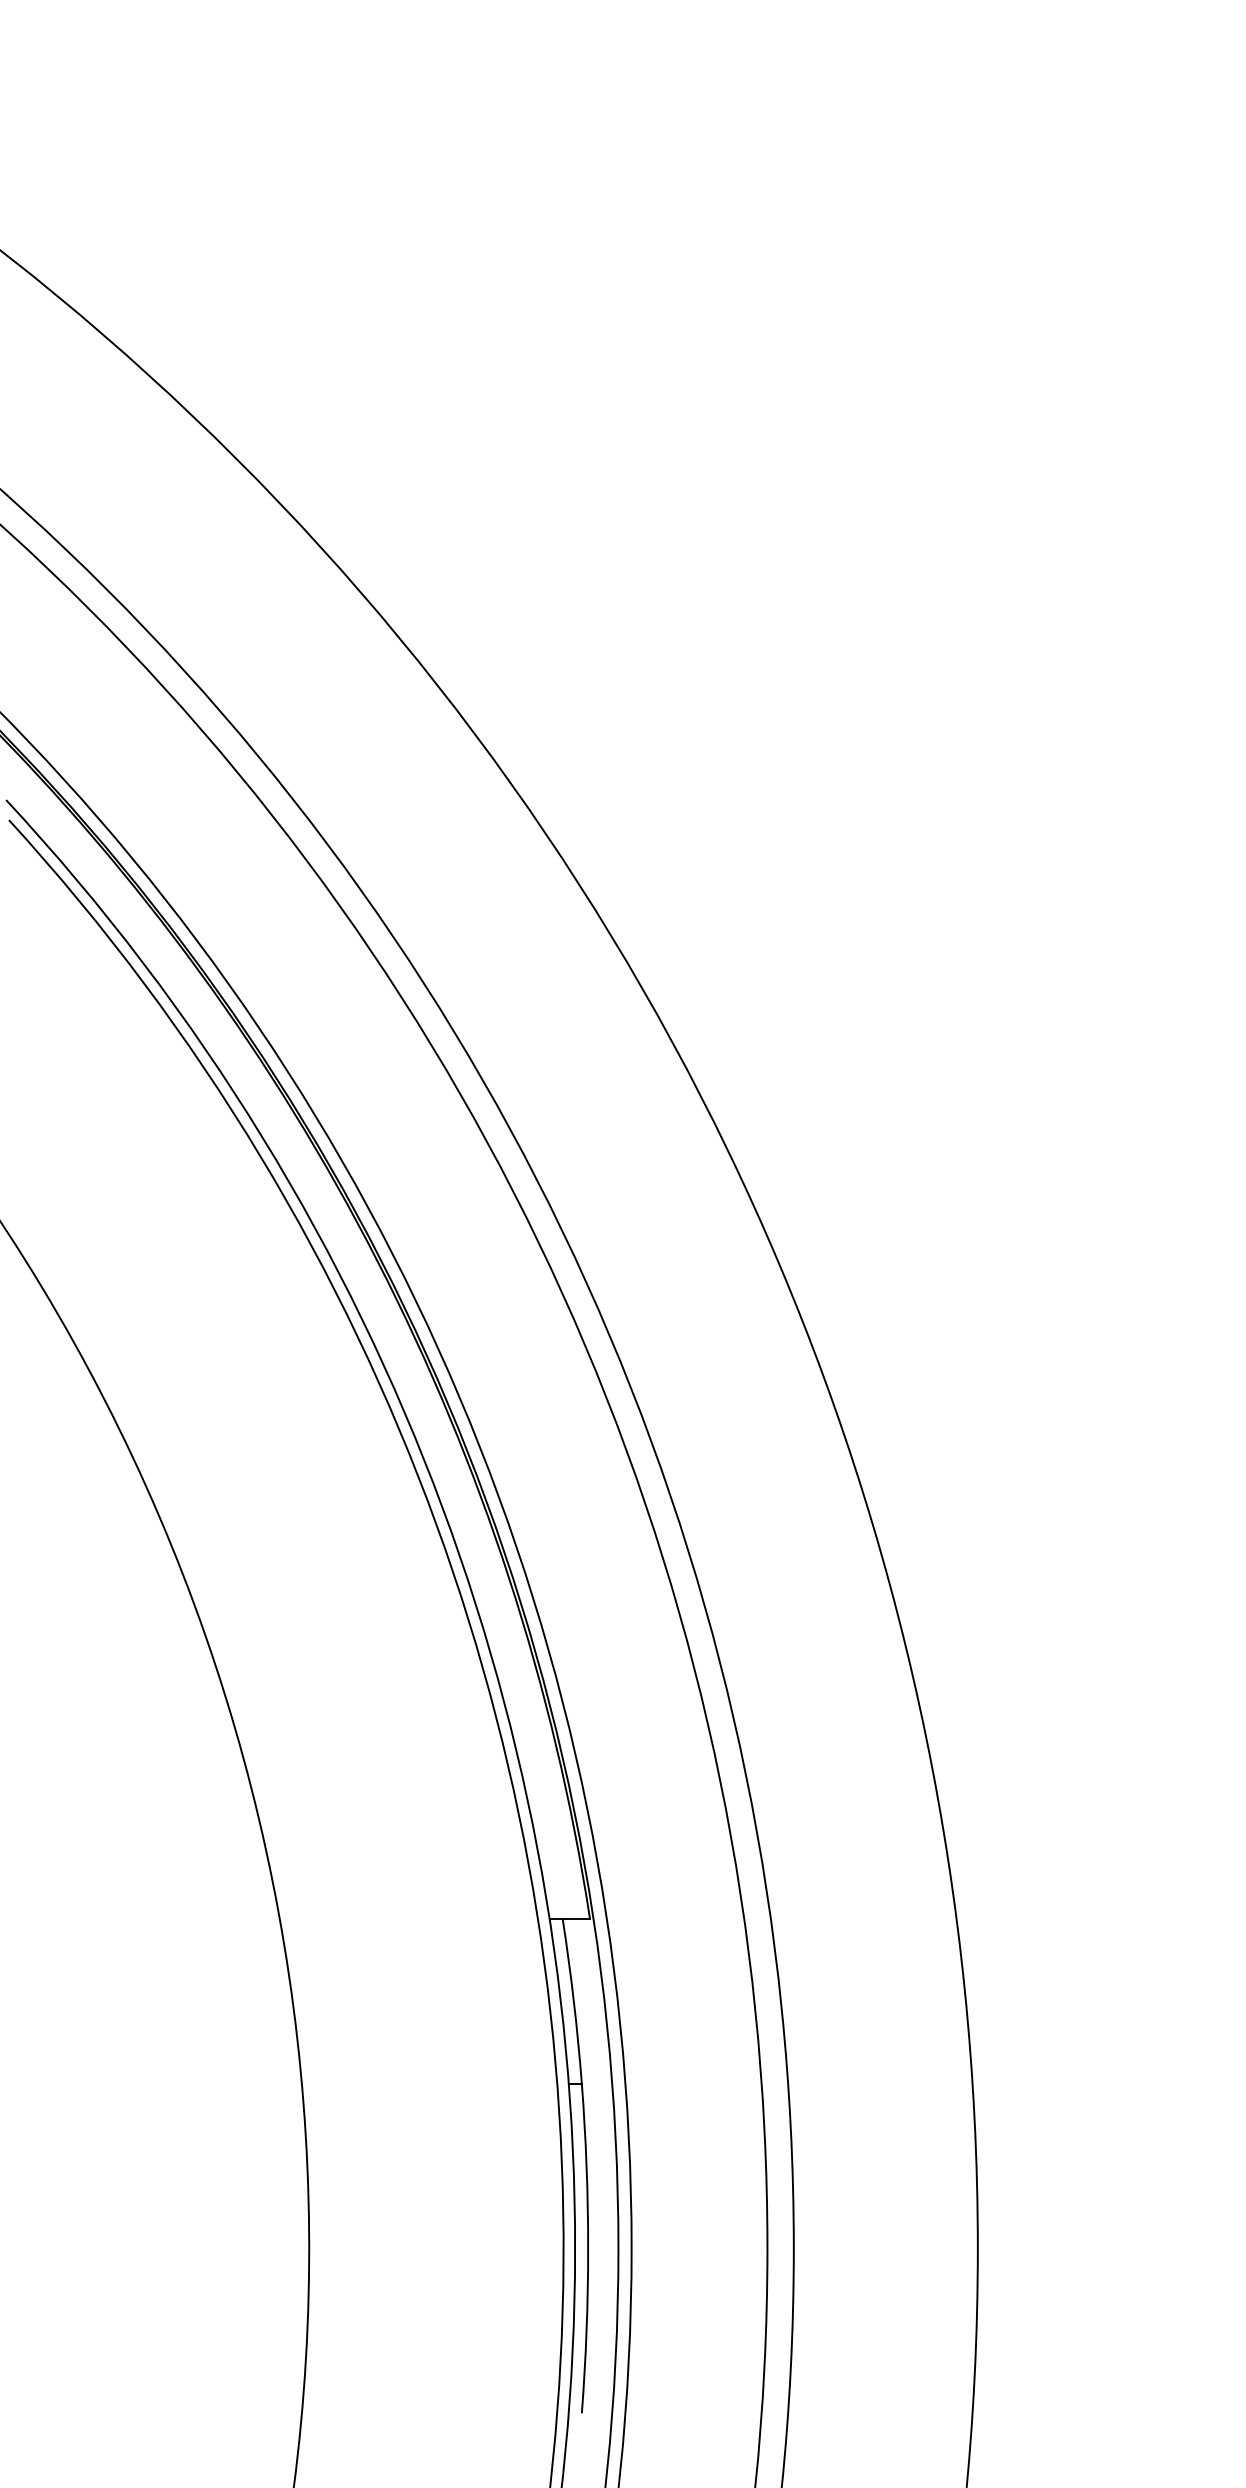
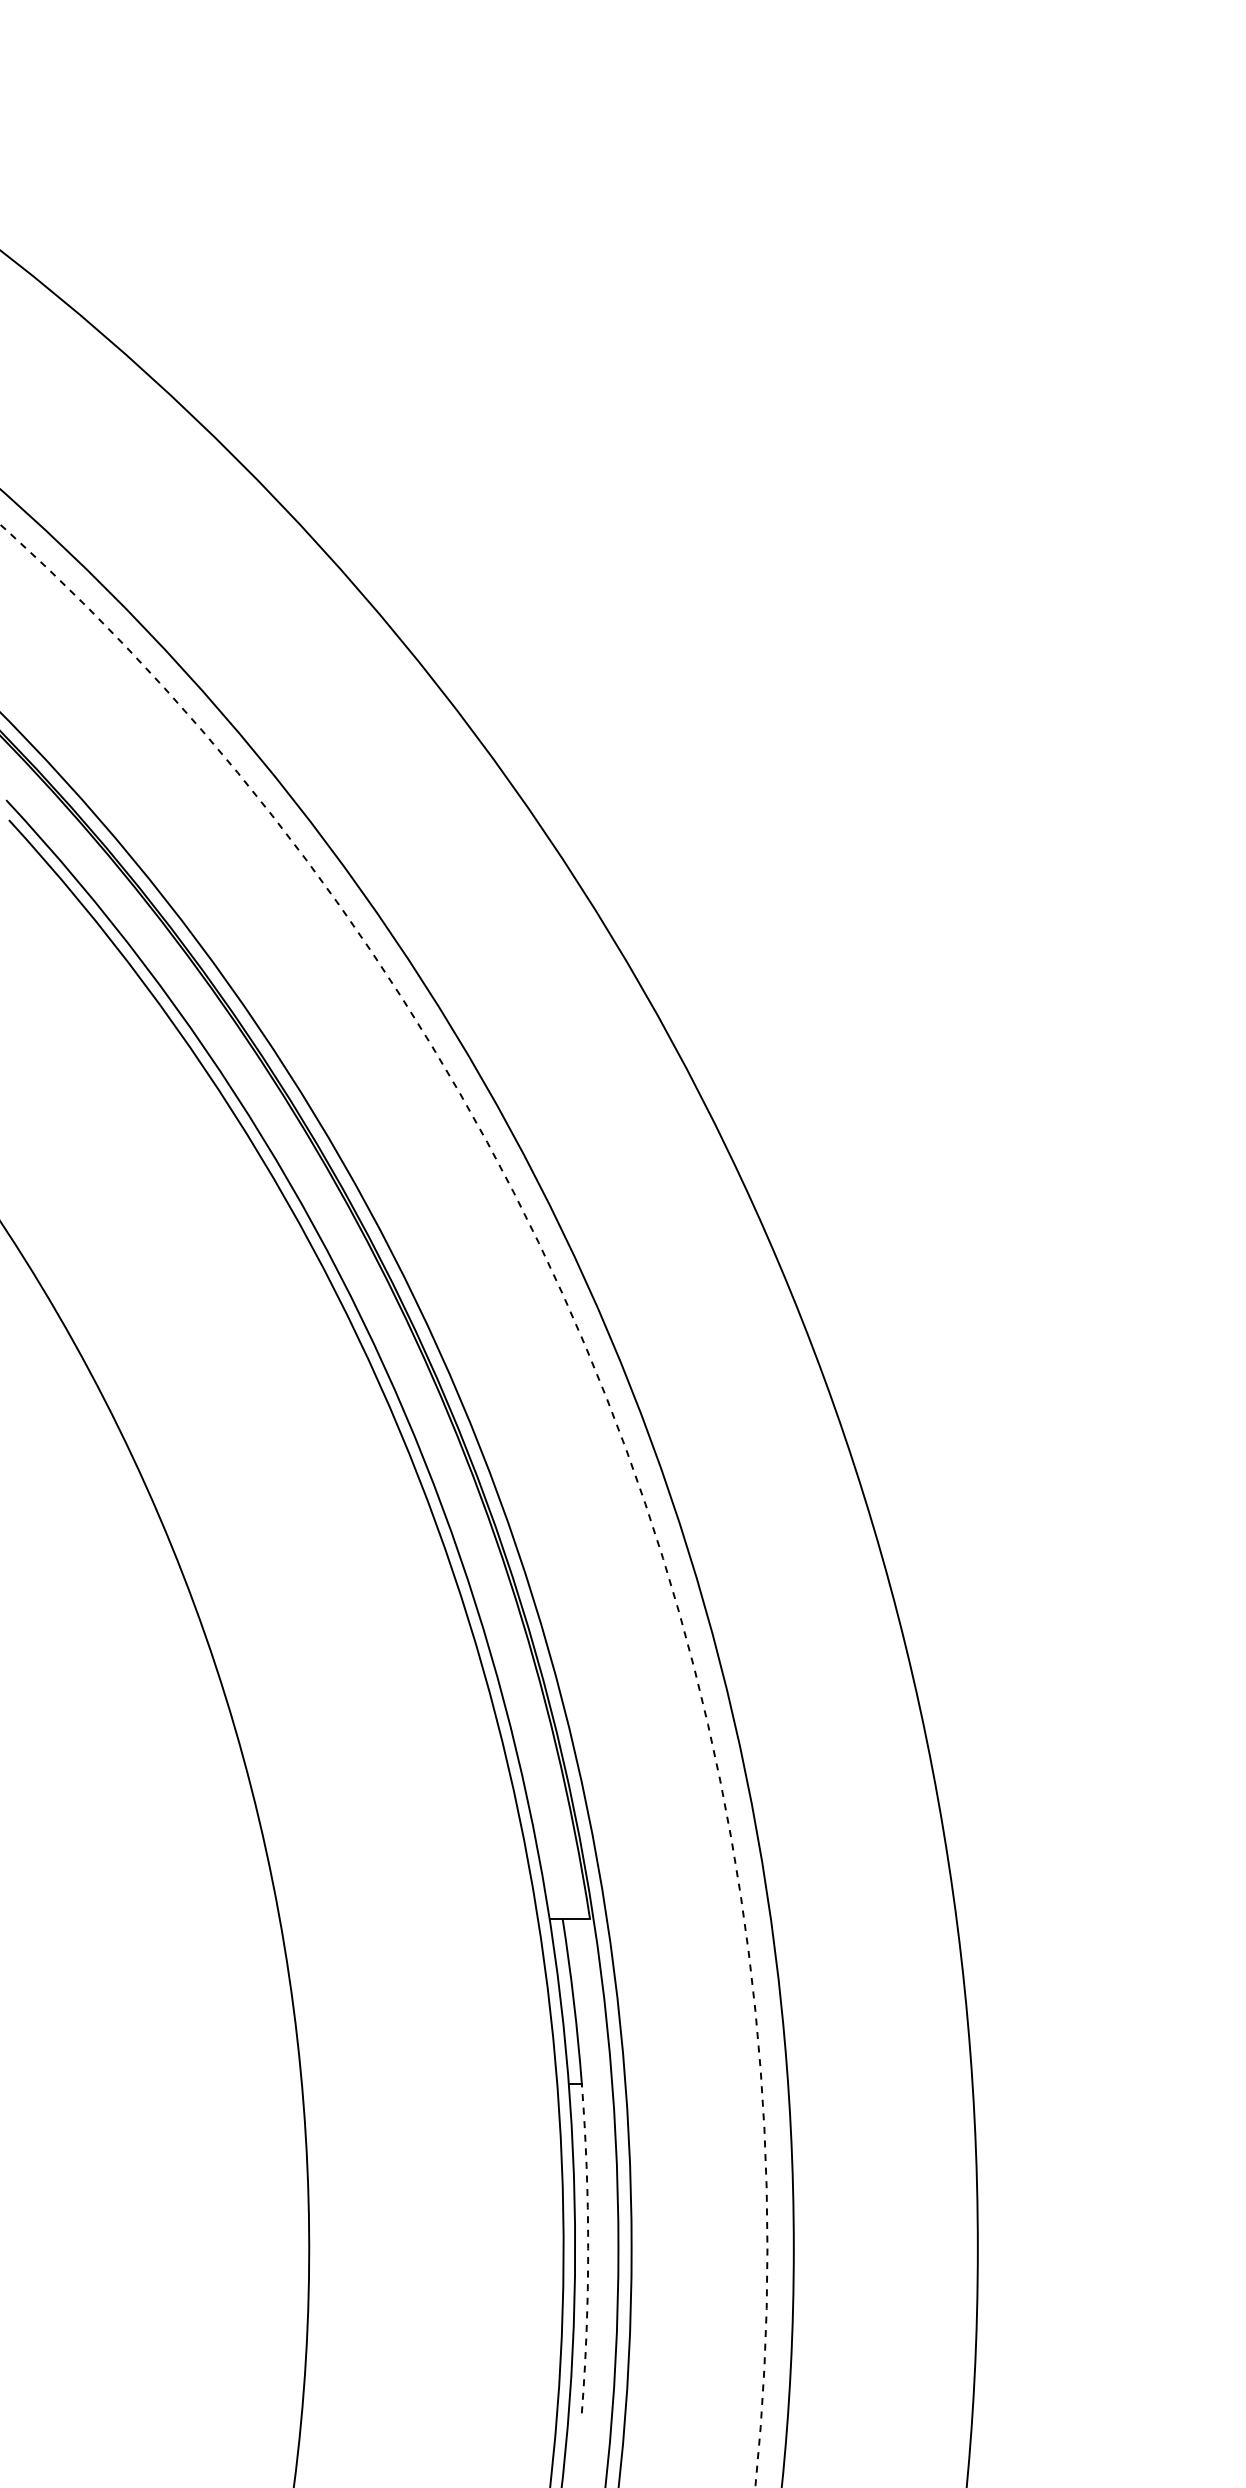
circle at (383, 1505): solid -> dashed
arc at (588, 2248): solid -> dashed
